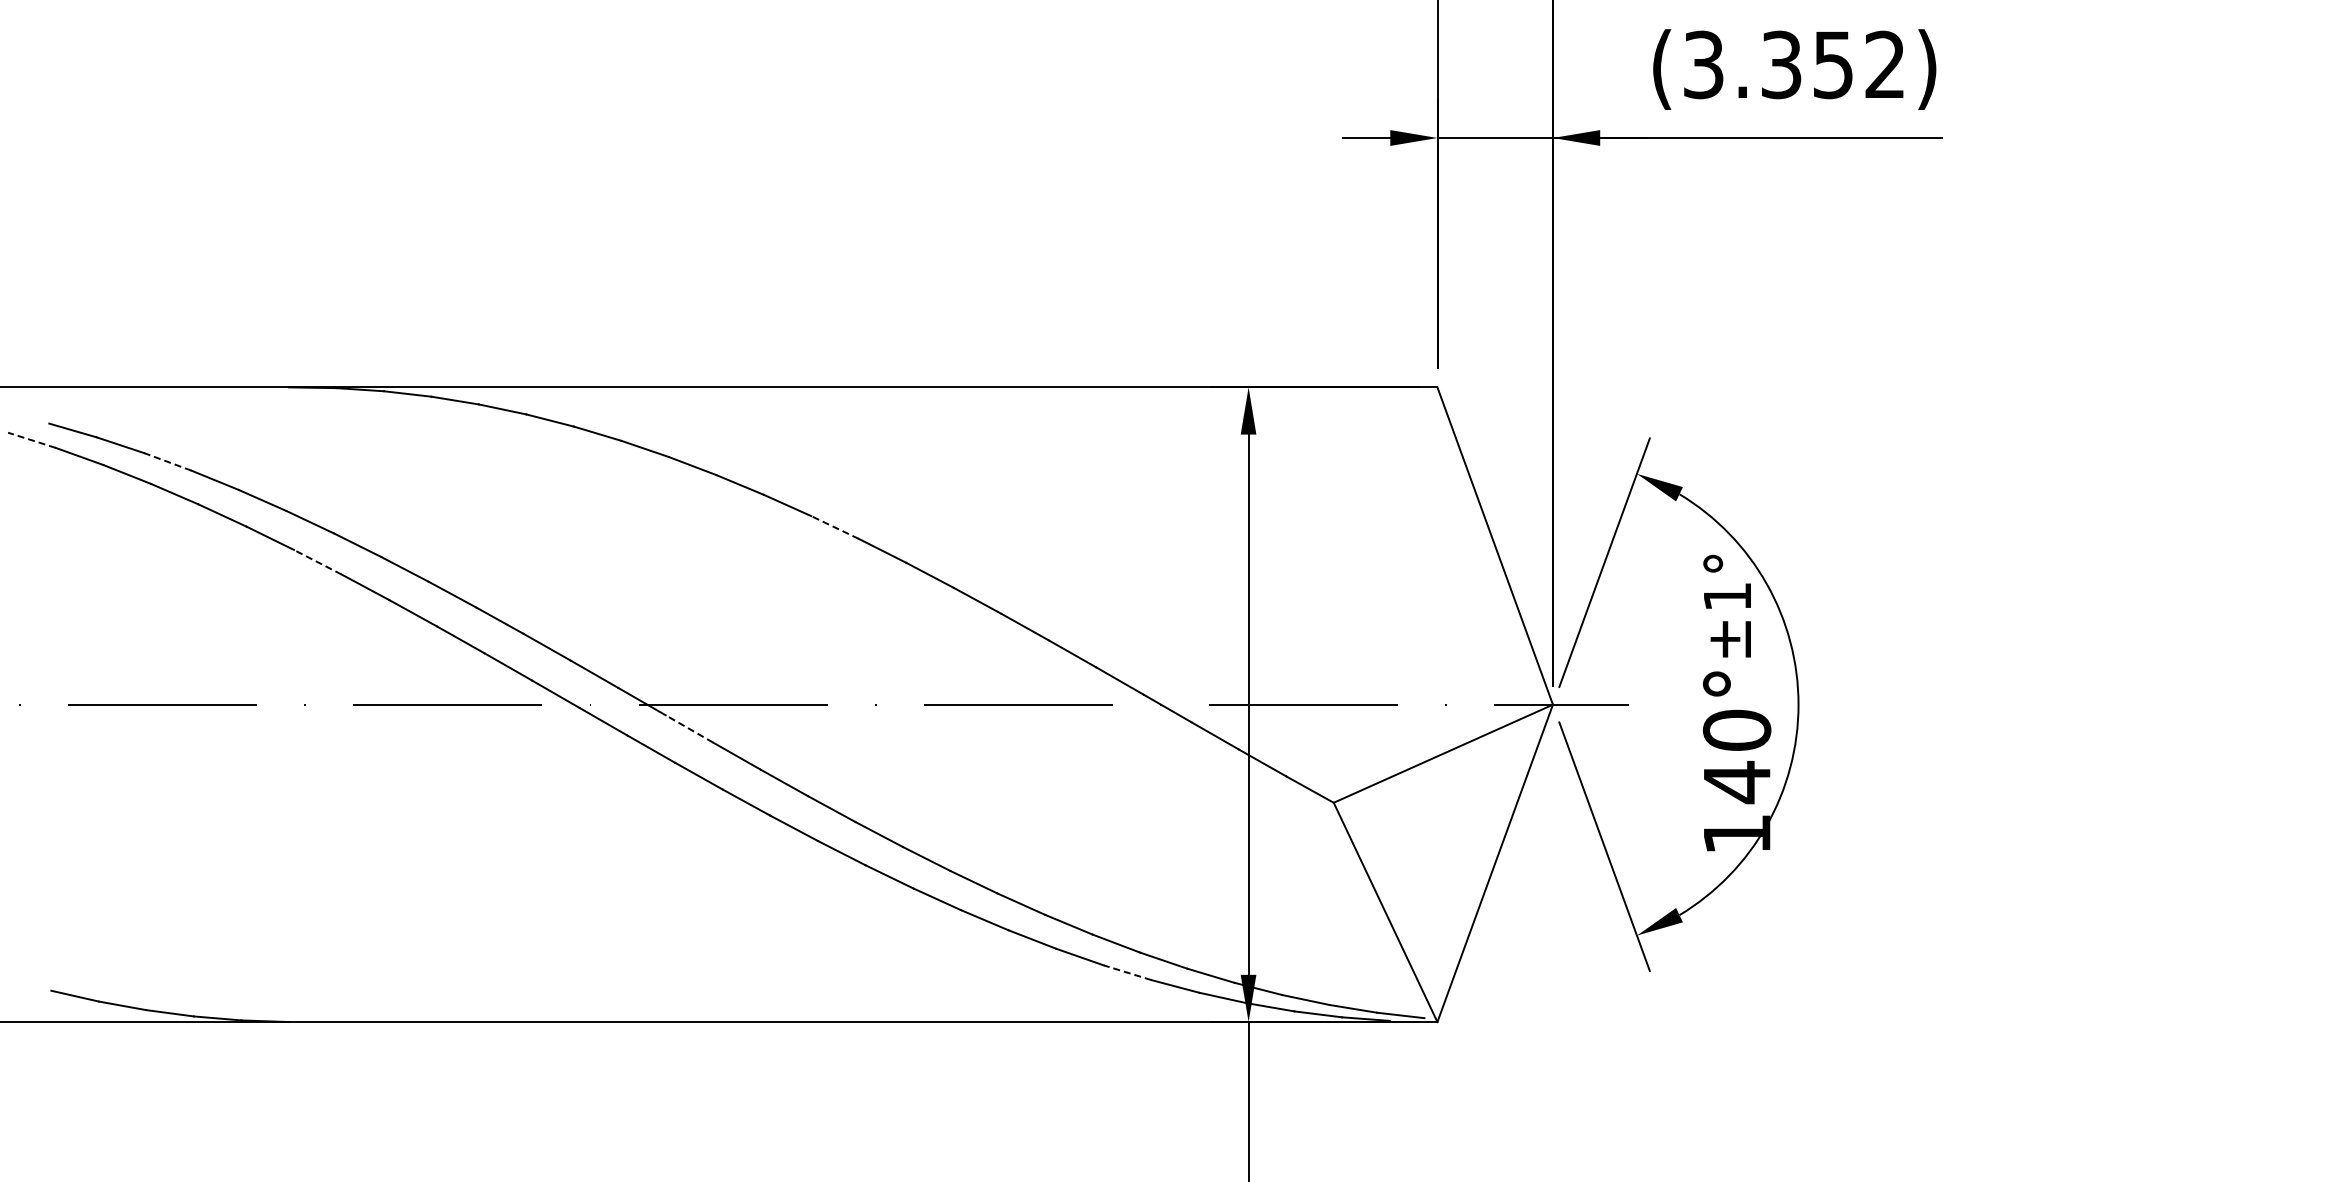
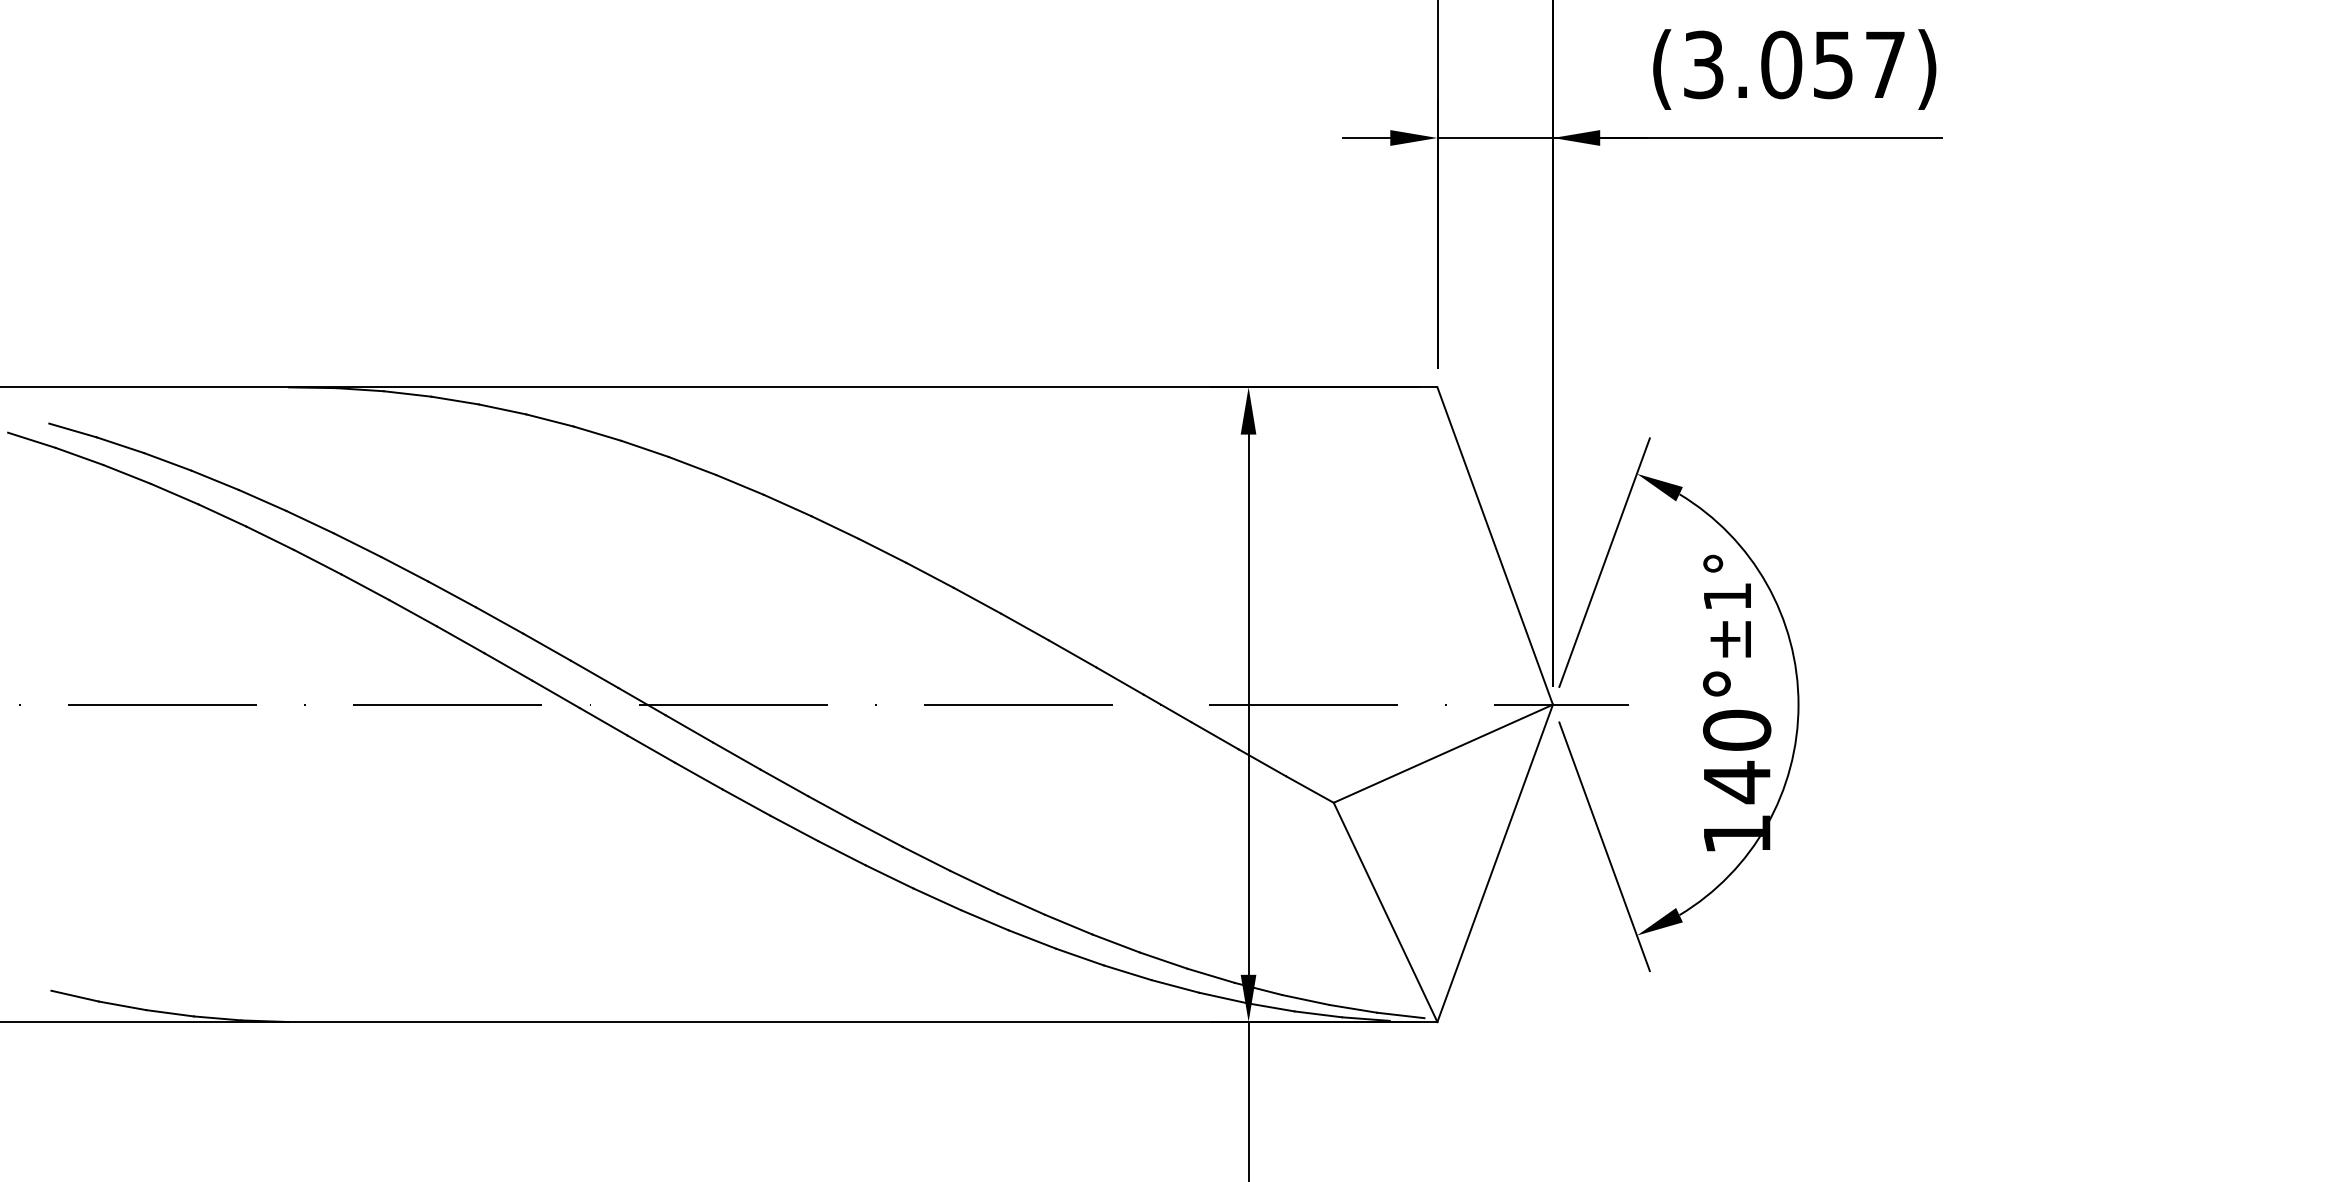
text at (1832, 64): (3.352) -> (3.057)
line at (31, 440): dashed -> solid
line at (167, 461): dashed -> solid
line at (834, 527): dashed -> solid
line at (317, 562): dashed -> solid
line at (689, 728): dashed -> solid
line at (1127, 972): dashed -> solid
